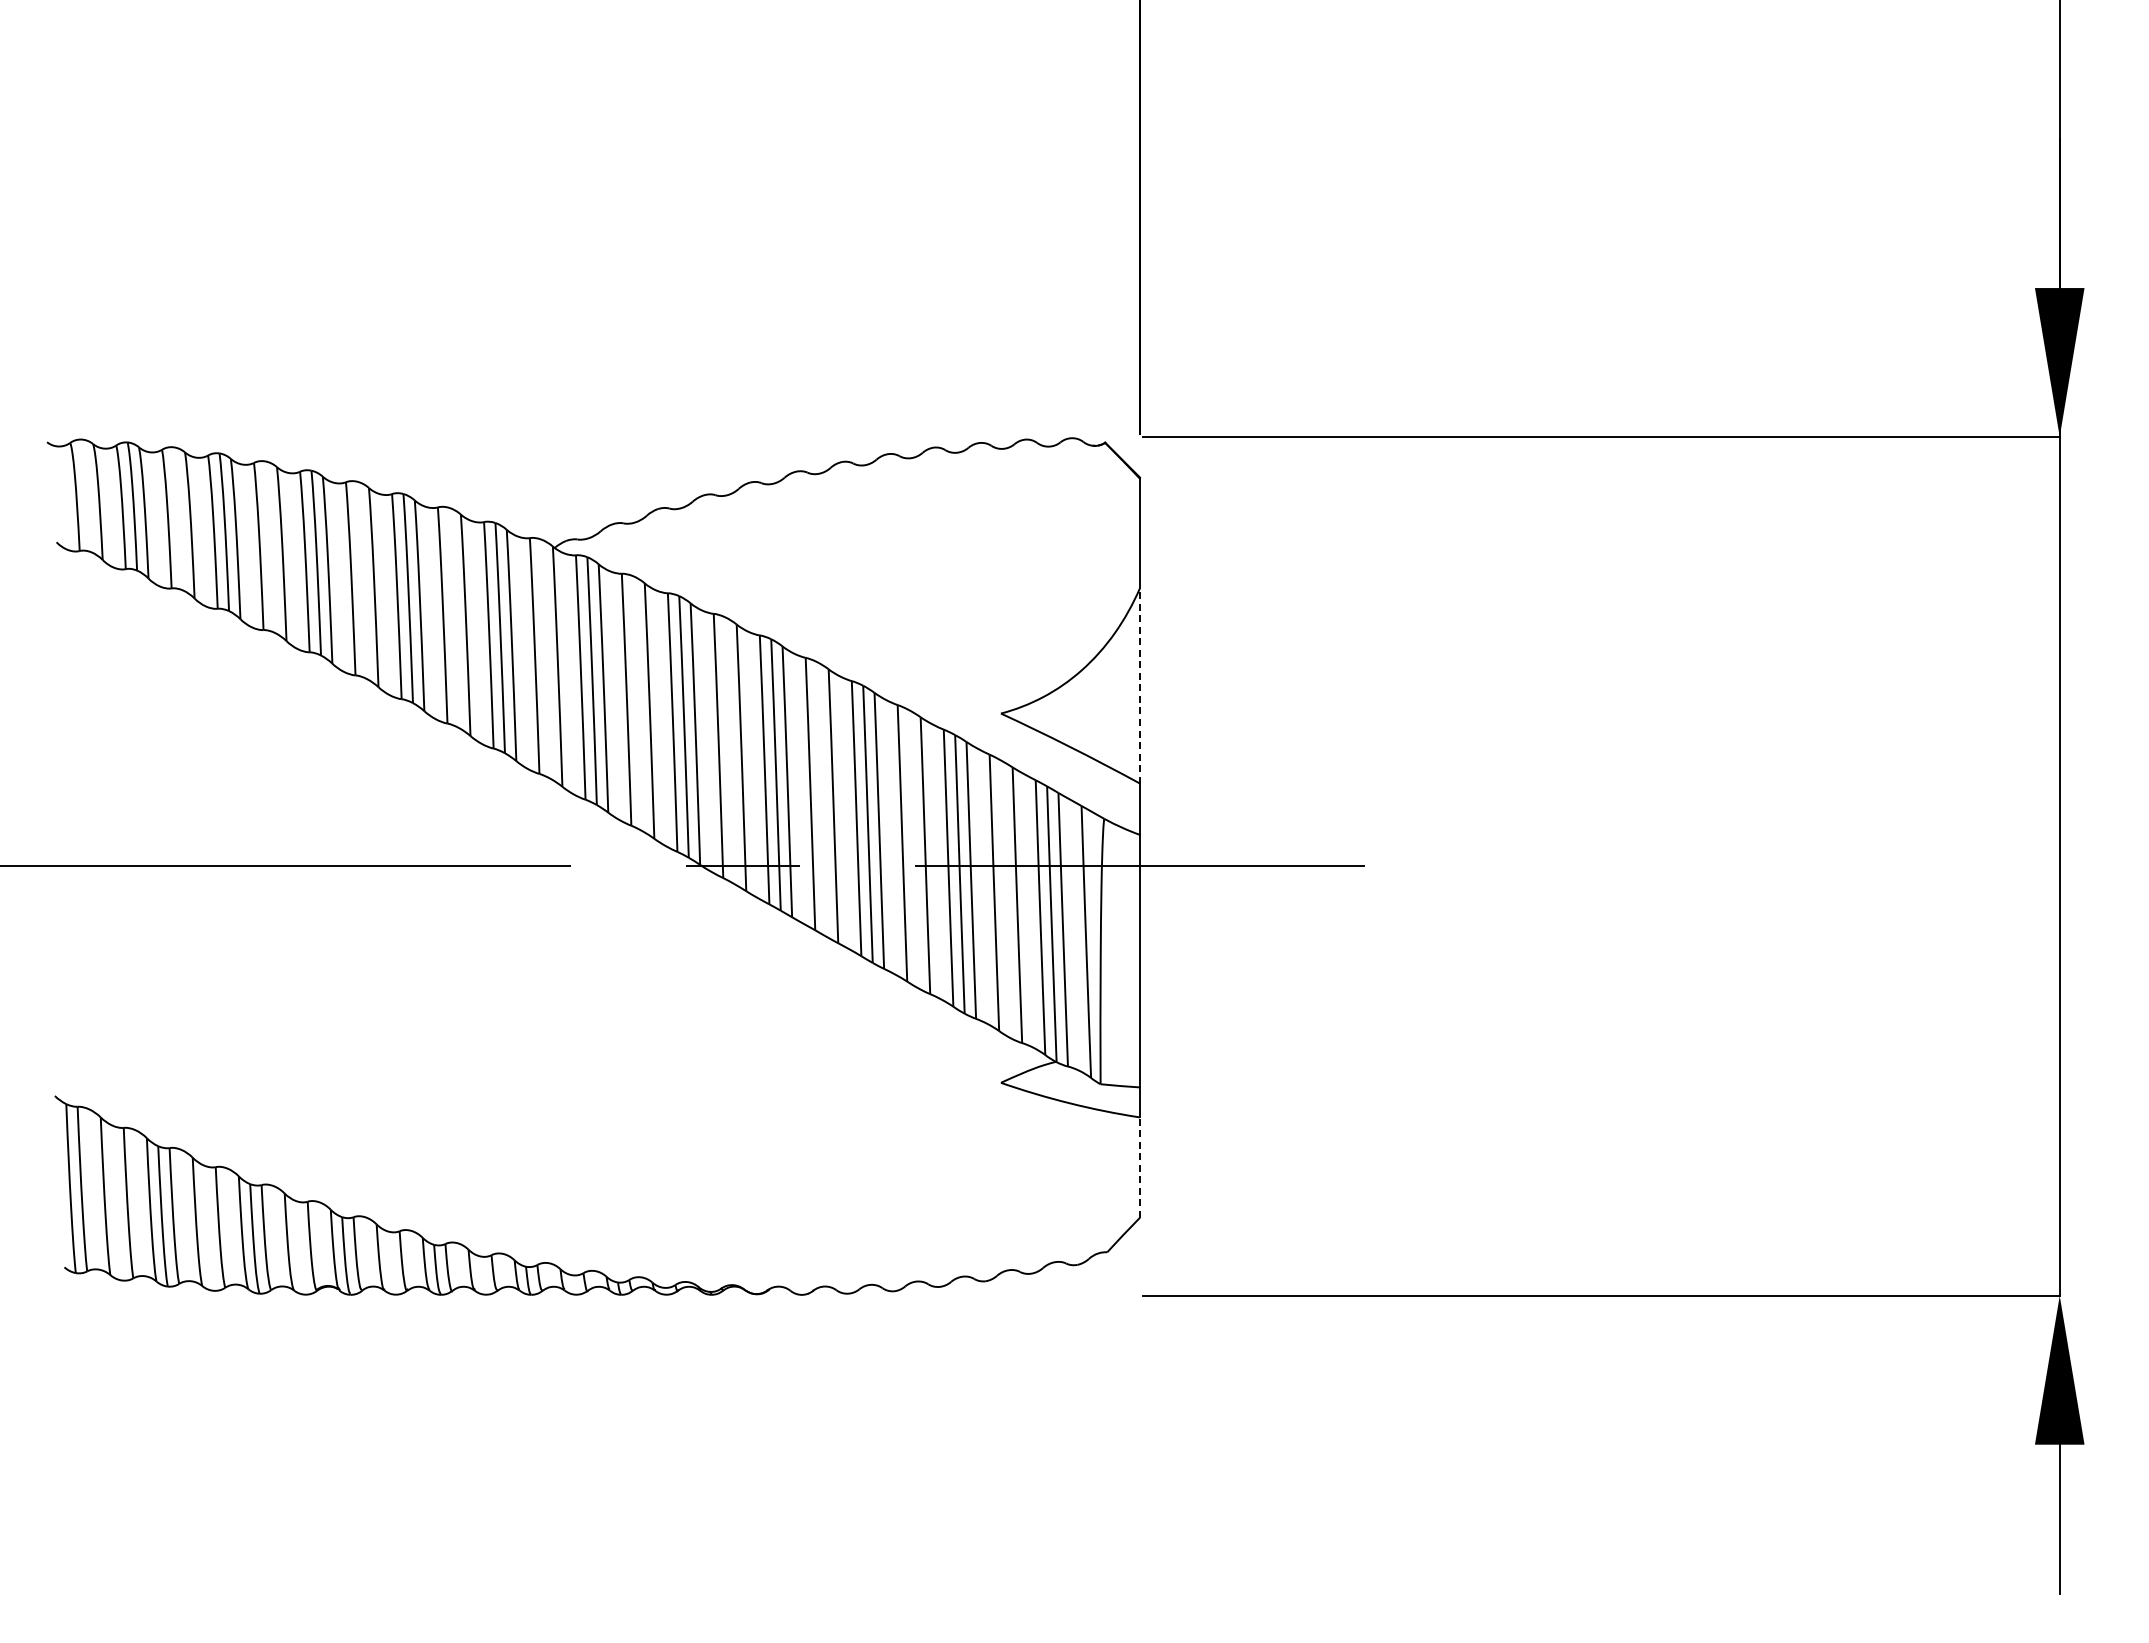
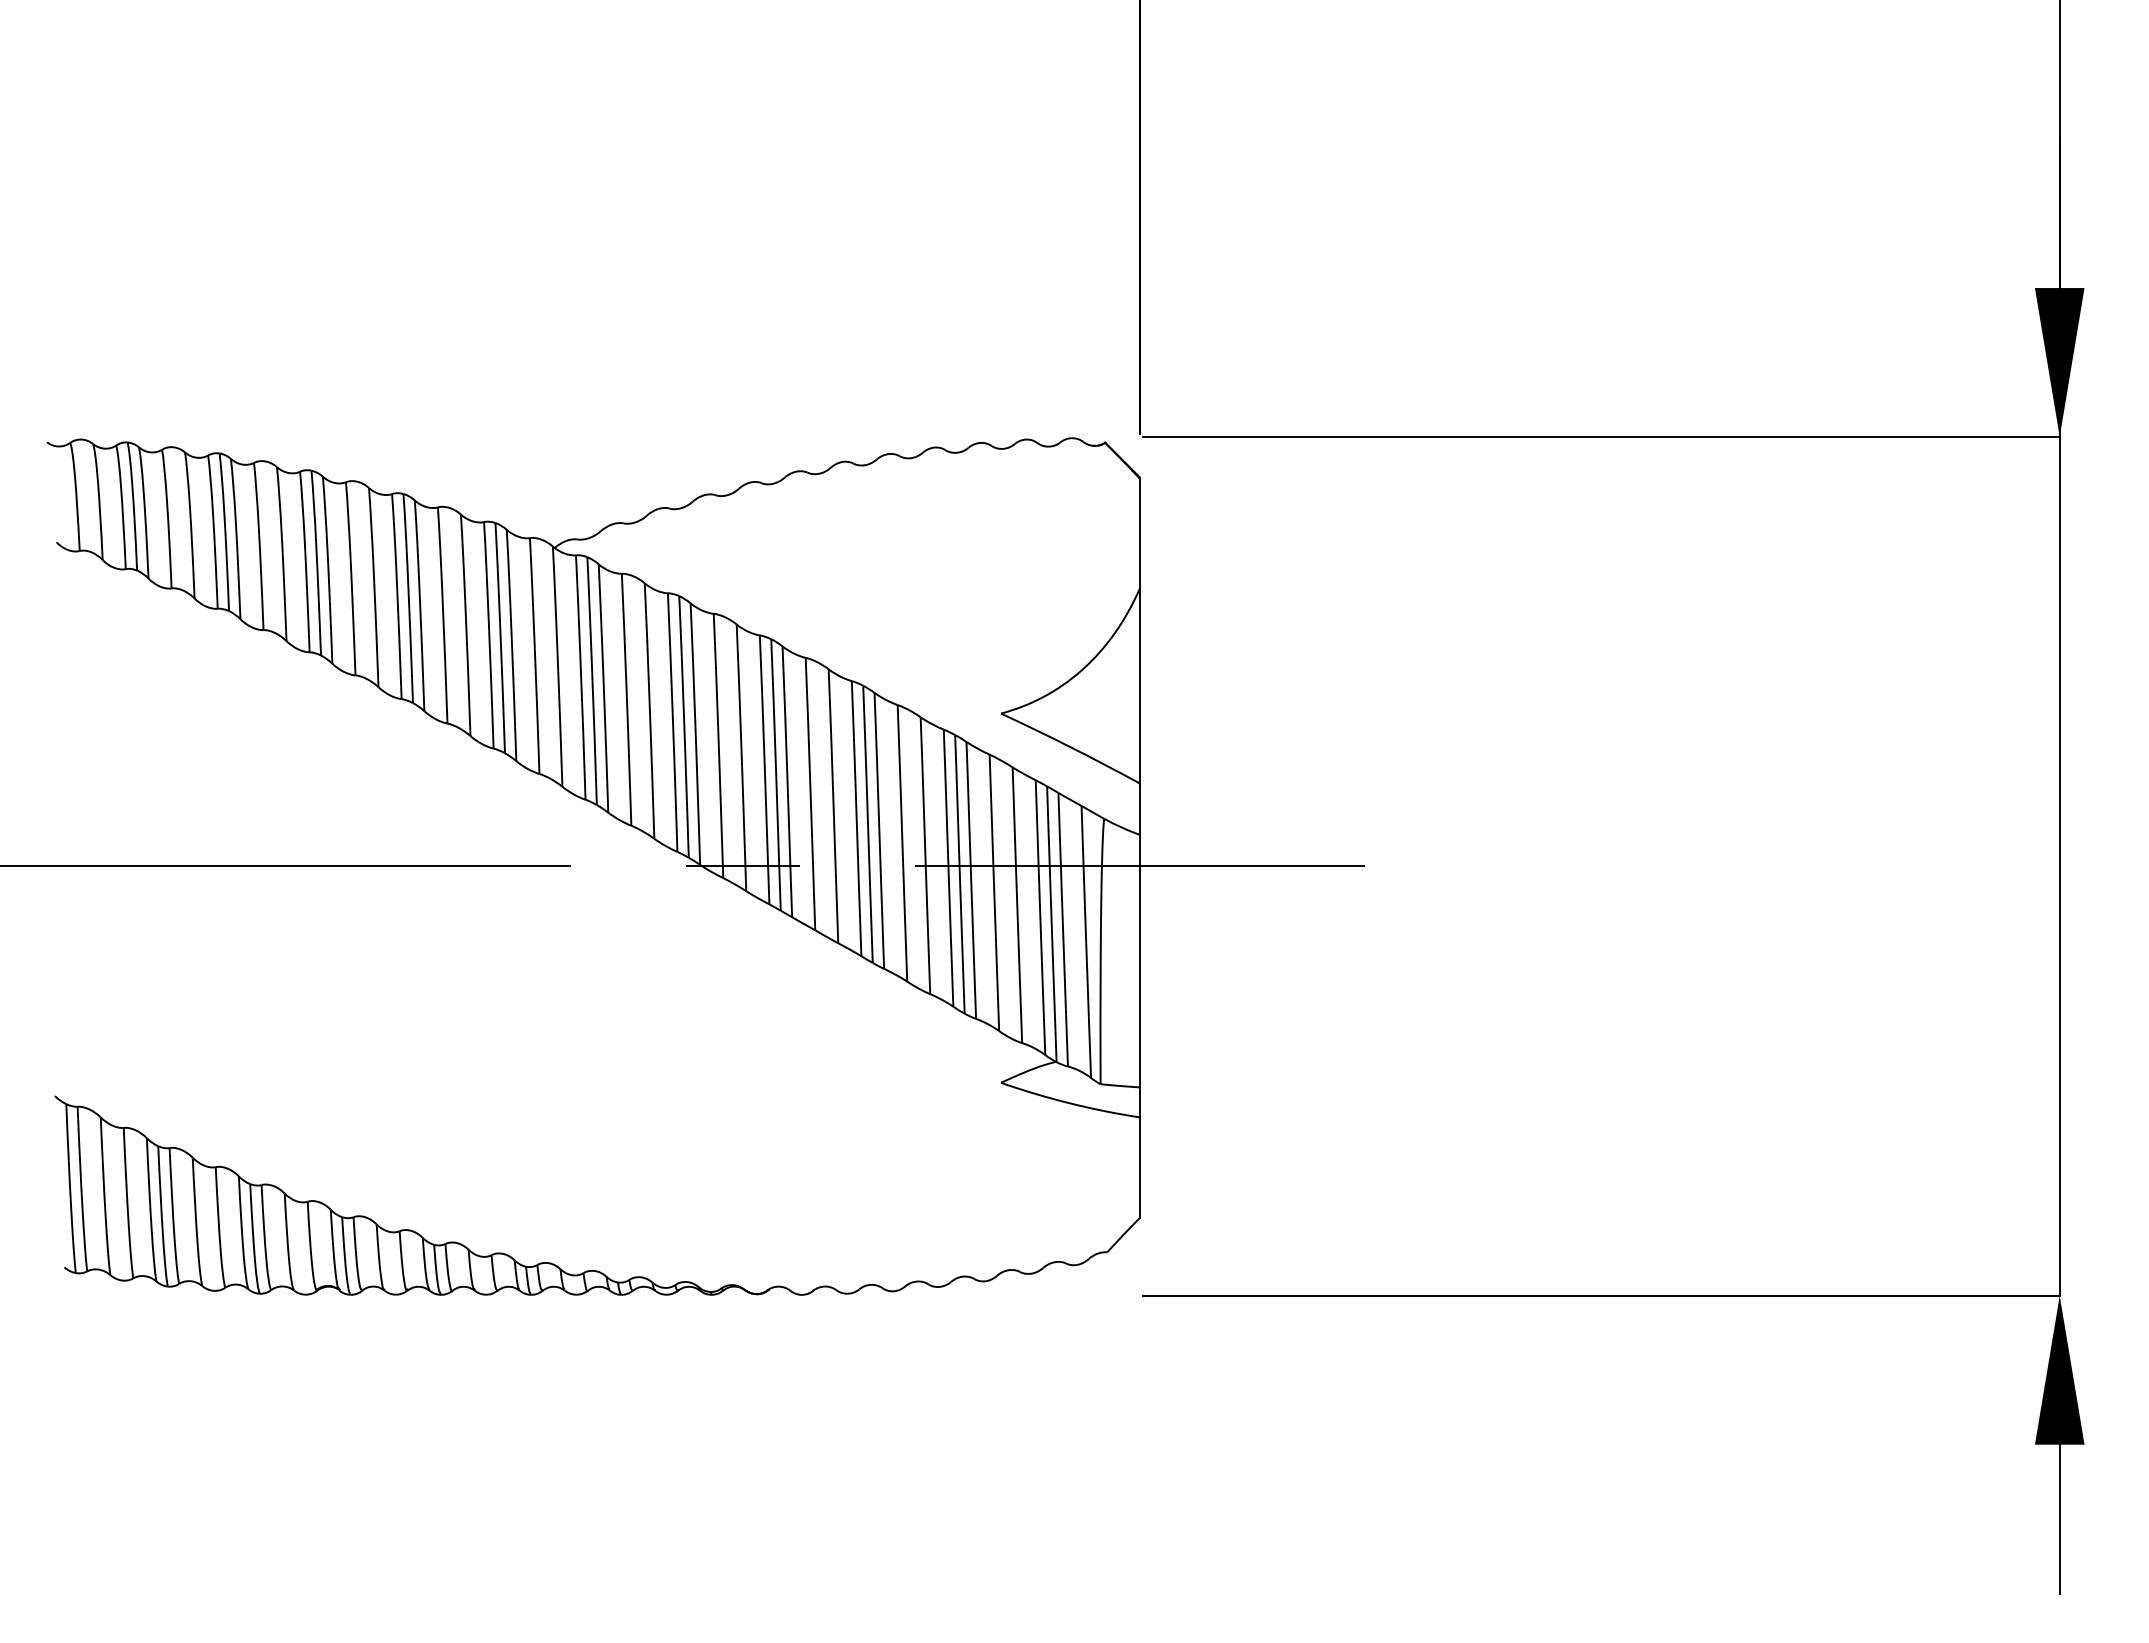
line at (1139, 685): dashed -> solid
line at (1139, 1167): dashed -> solid
